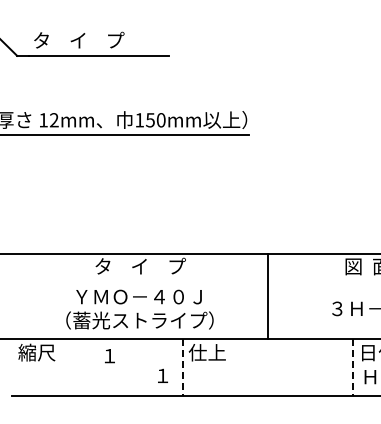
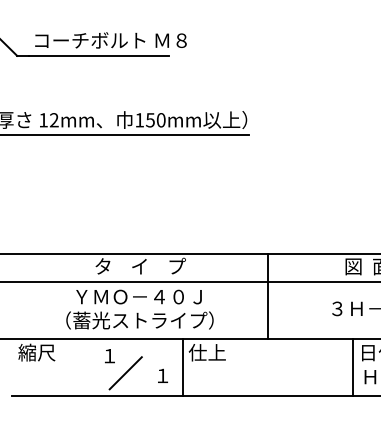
text at (110, 39): タ    イ    プ -> コーチボルト Ｍ８
line at (189, 282): none -> present
line at (182, 368): dashed -> solid
line at (353, 368): dashed -> solid
line at (125, 373): none -> present
